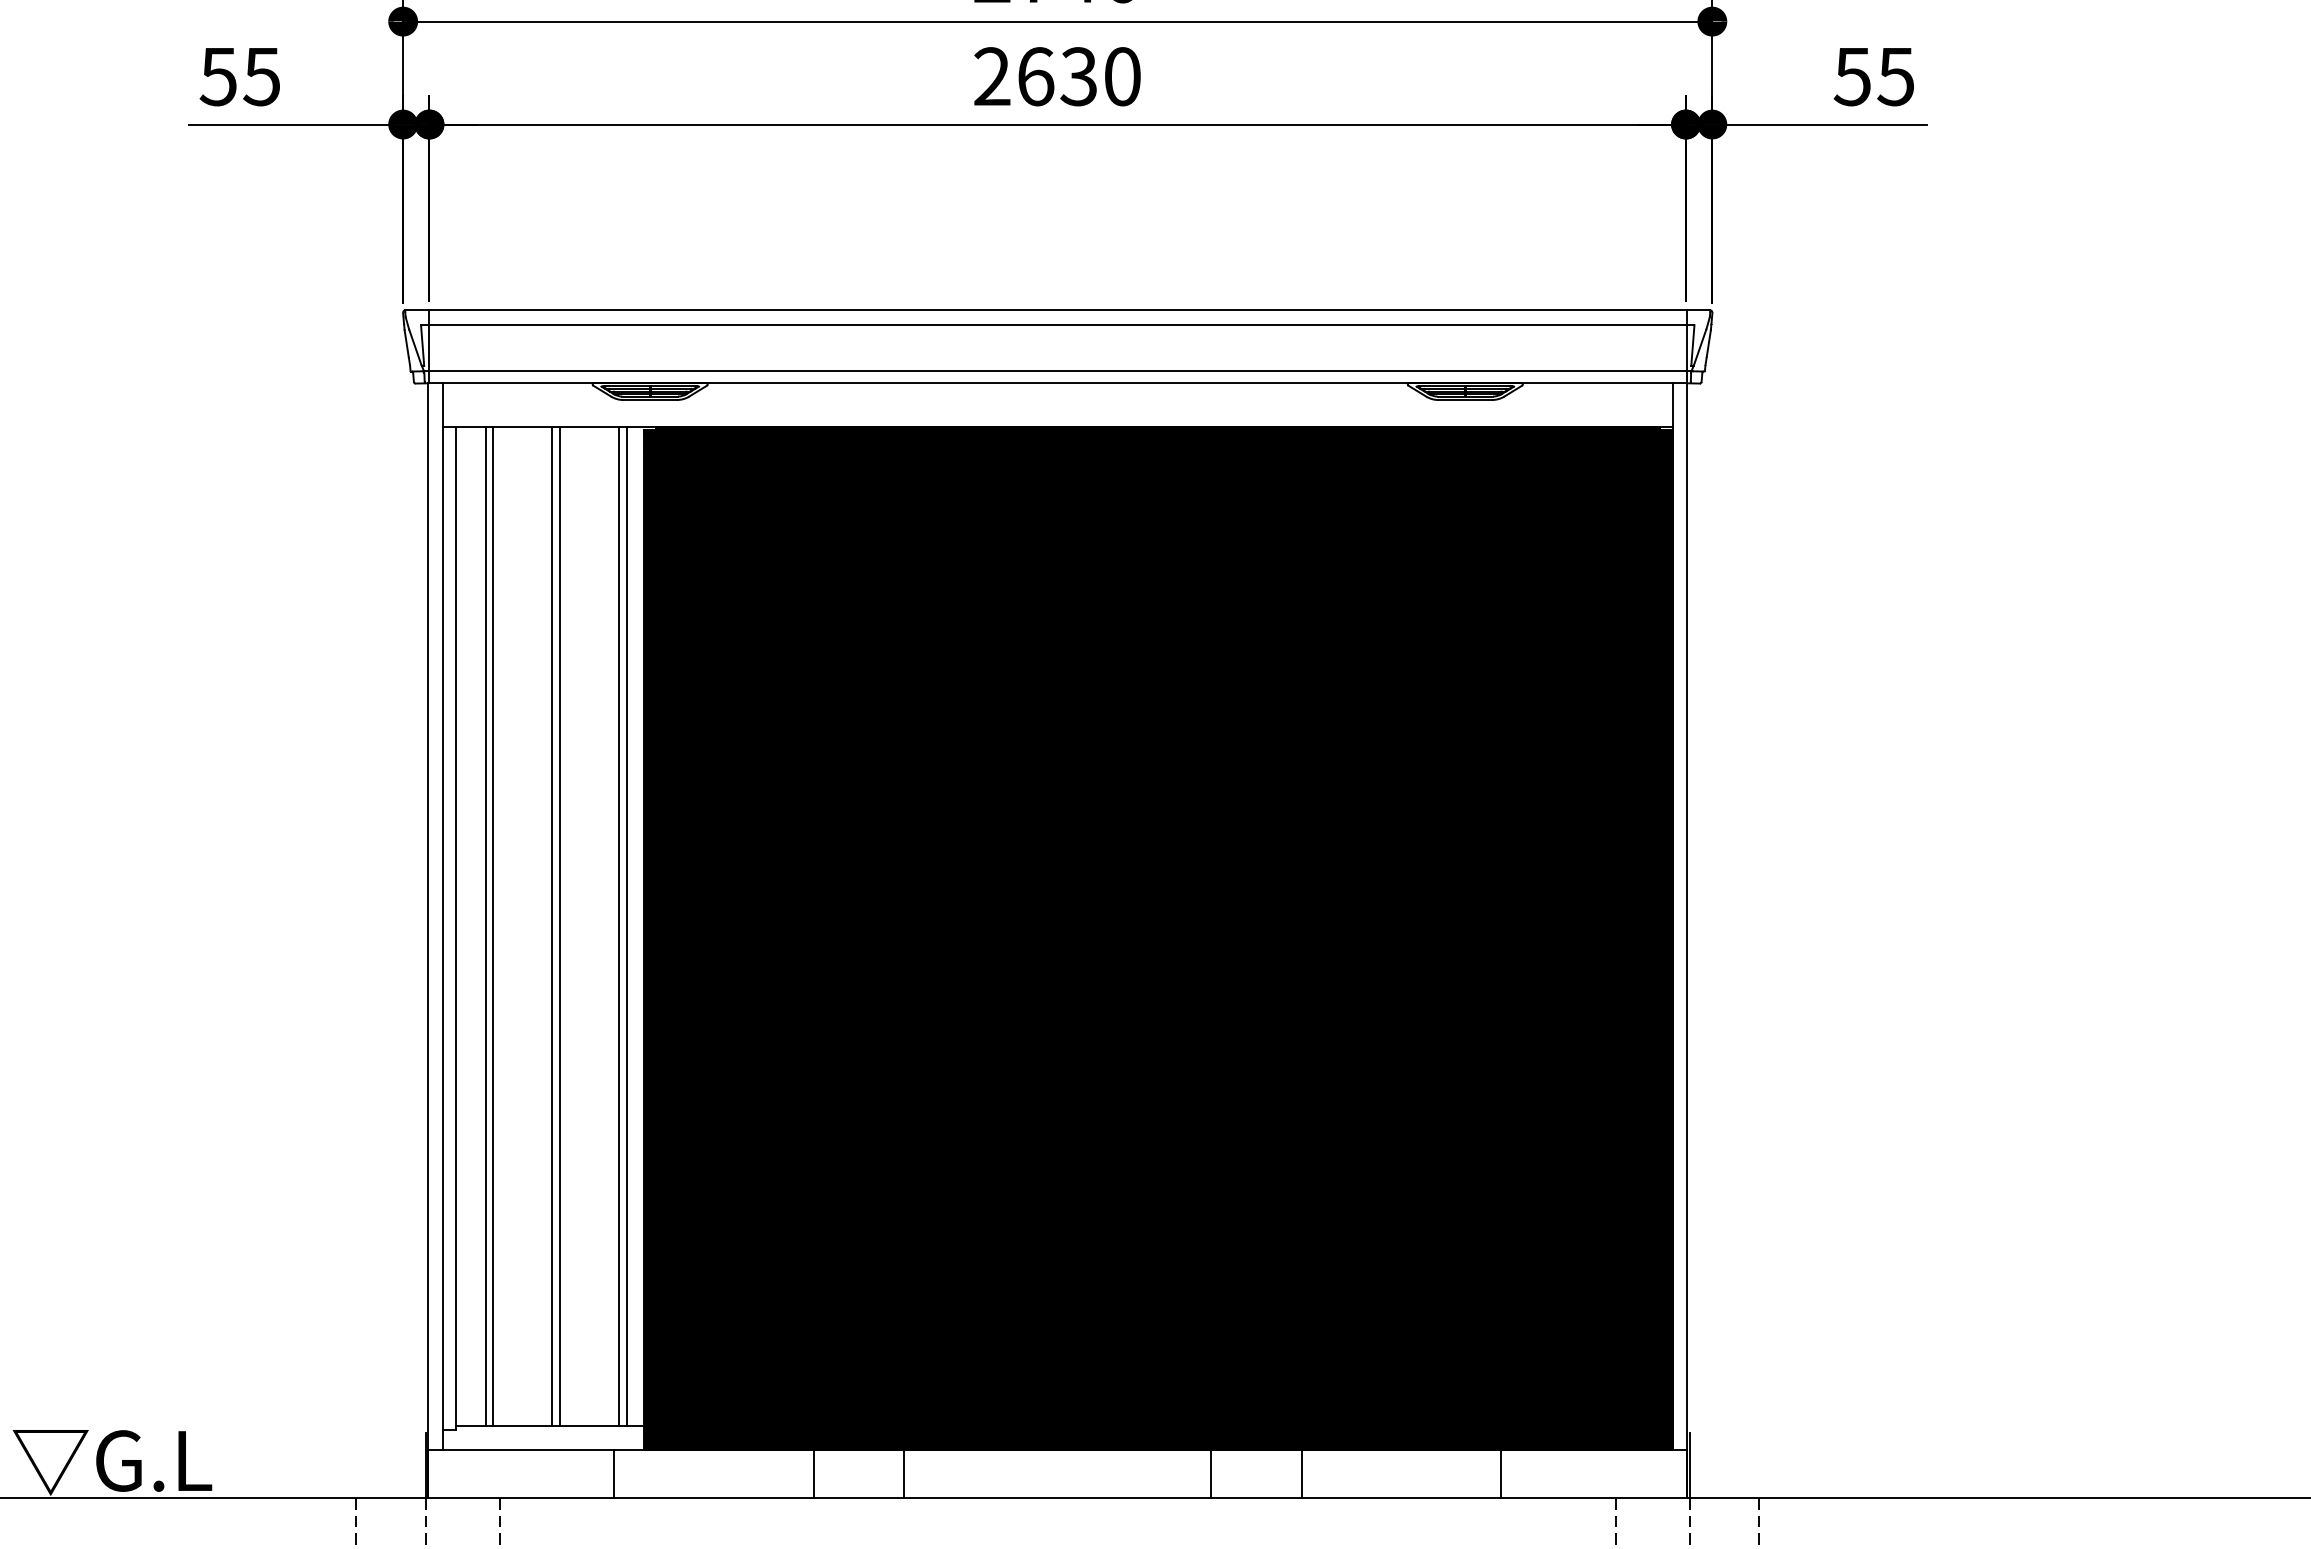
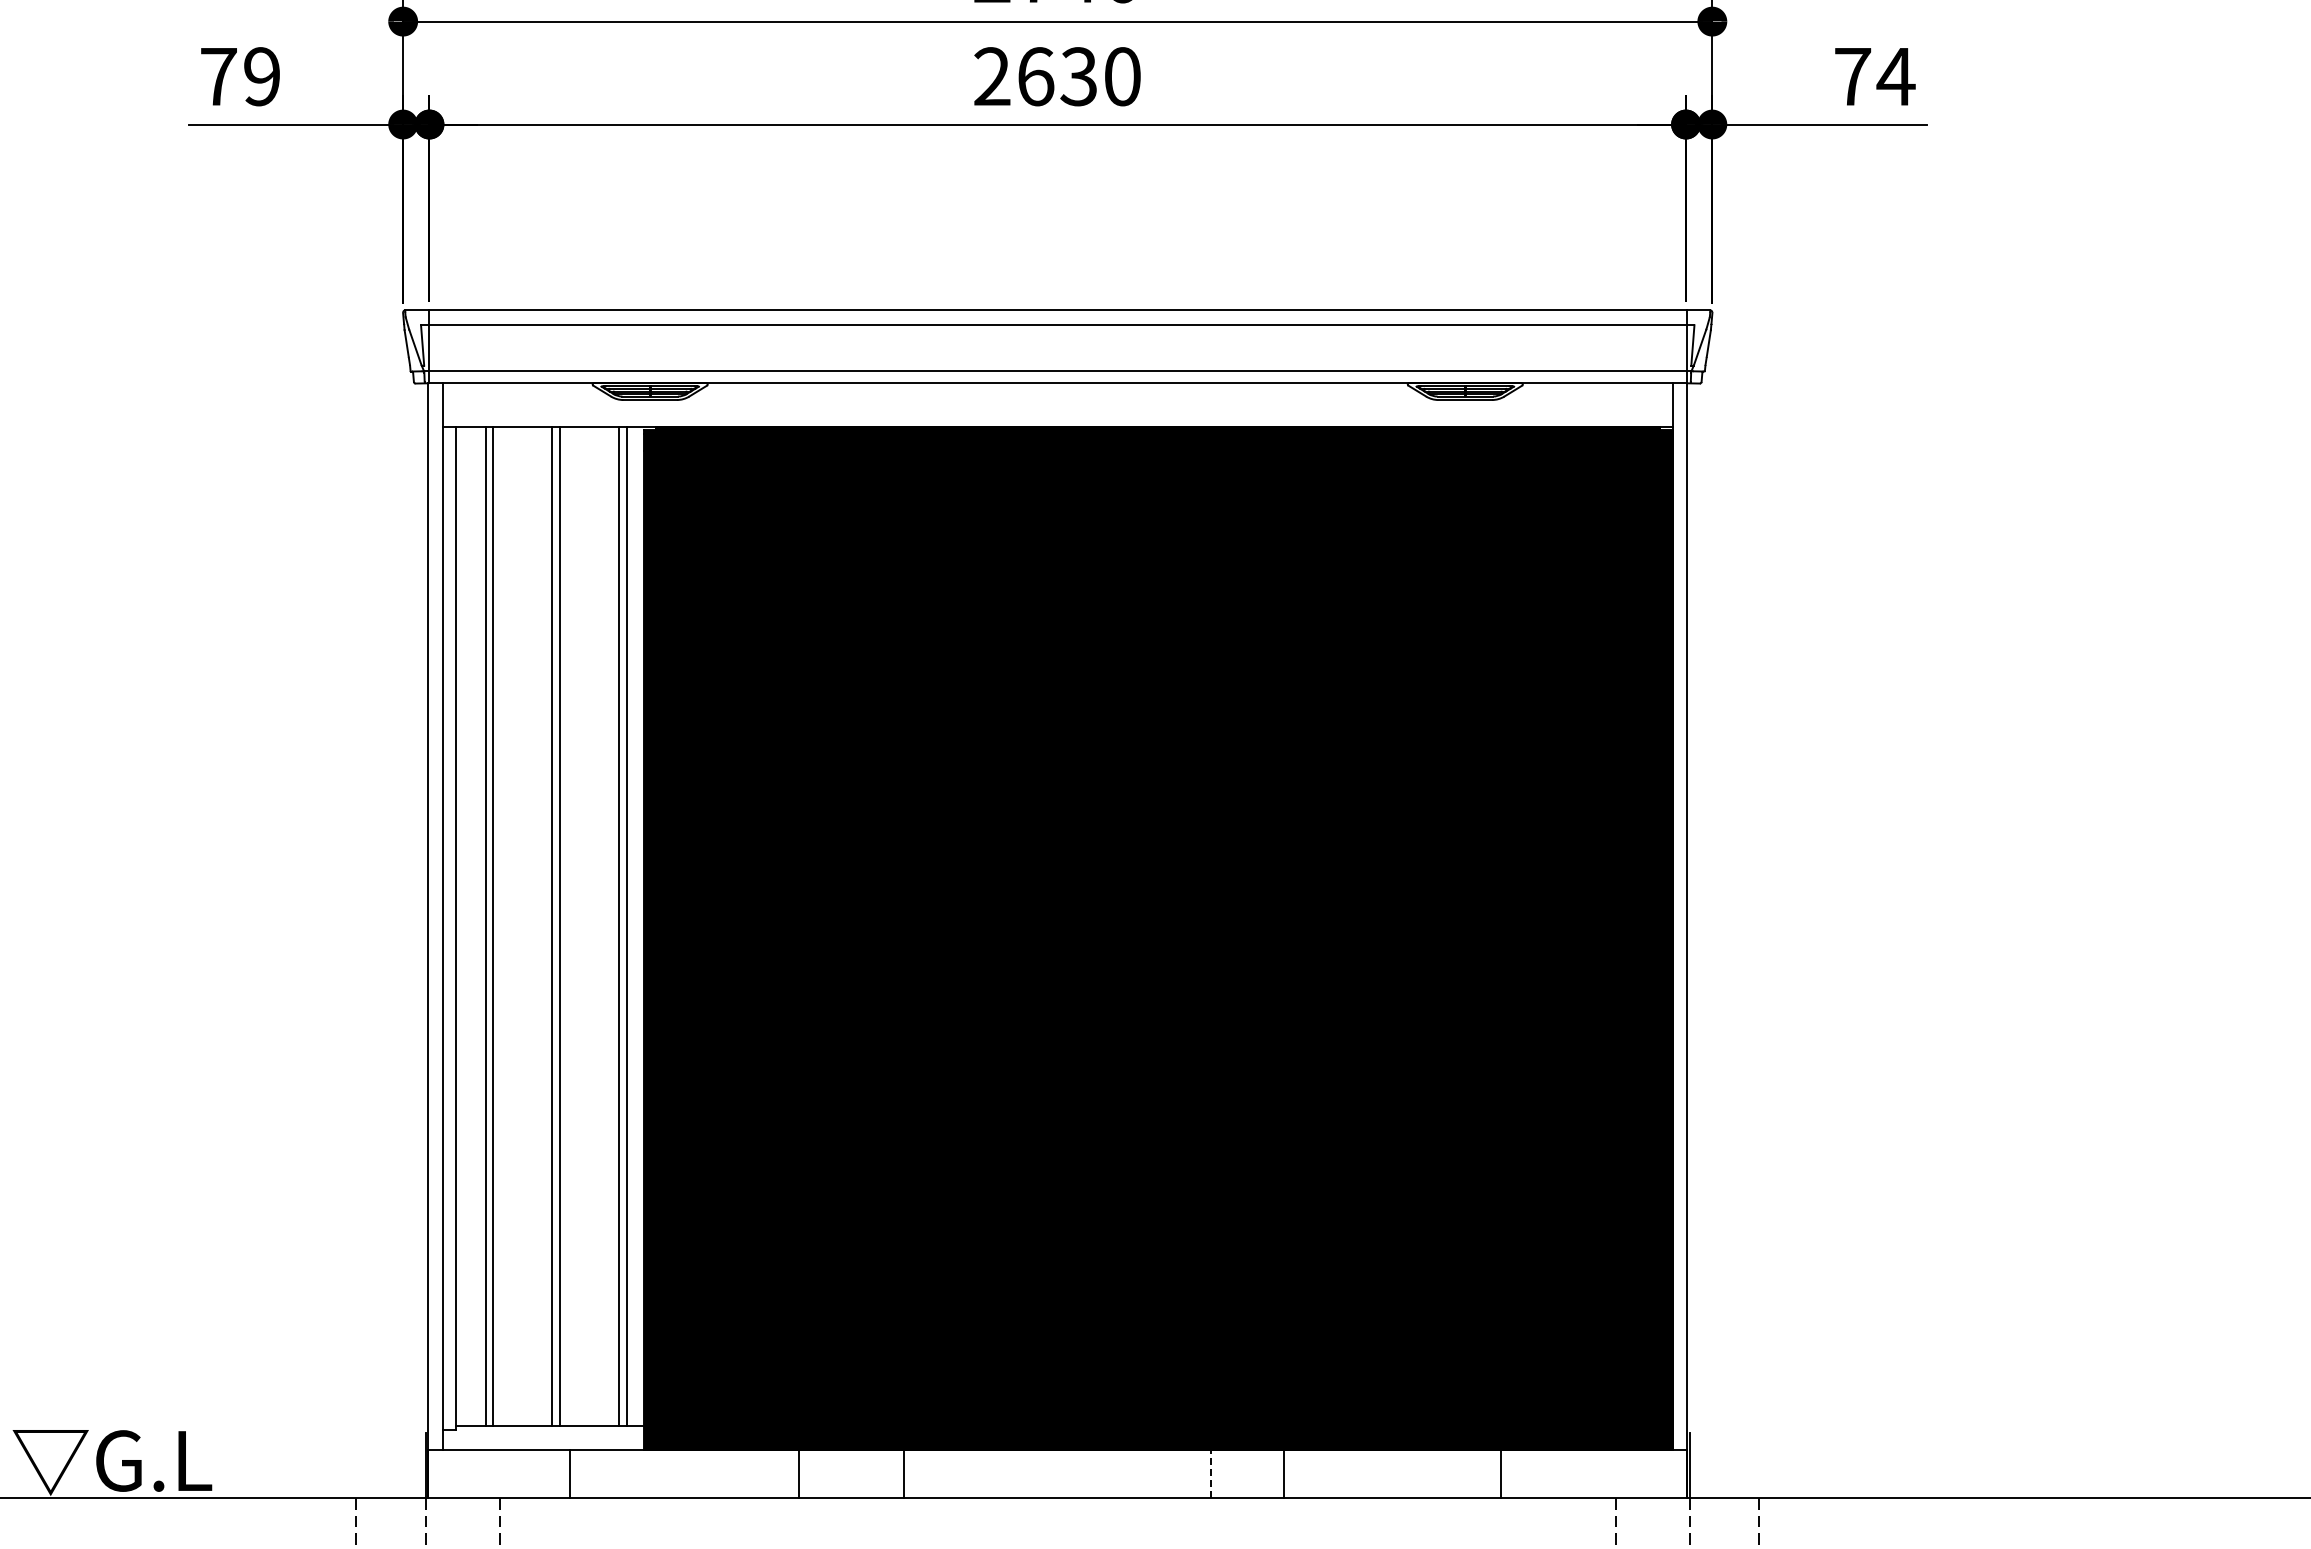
text at (239, 76): 55 -> 79
text at (1874, 77): 55 -> 74
line at (614, 1473) position: (614, 1473) -> (570, 1473)
line at (813, 1473) position: (813, 1473) -> (798, 1473)
line at (1211, 1473): solid -> dashed
line at (1301, 1473) position: (1301, 1473) -> (1283, 1473)
